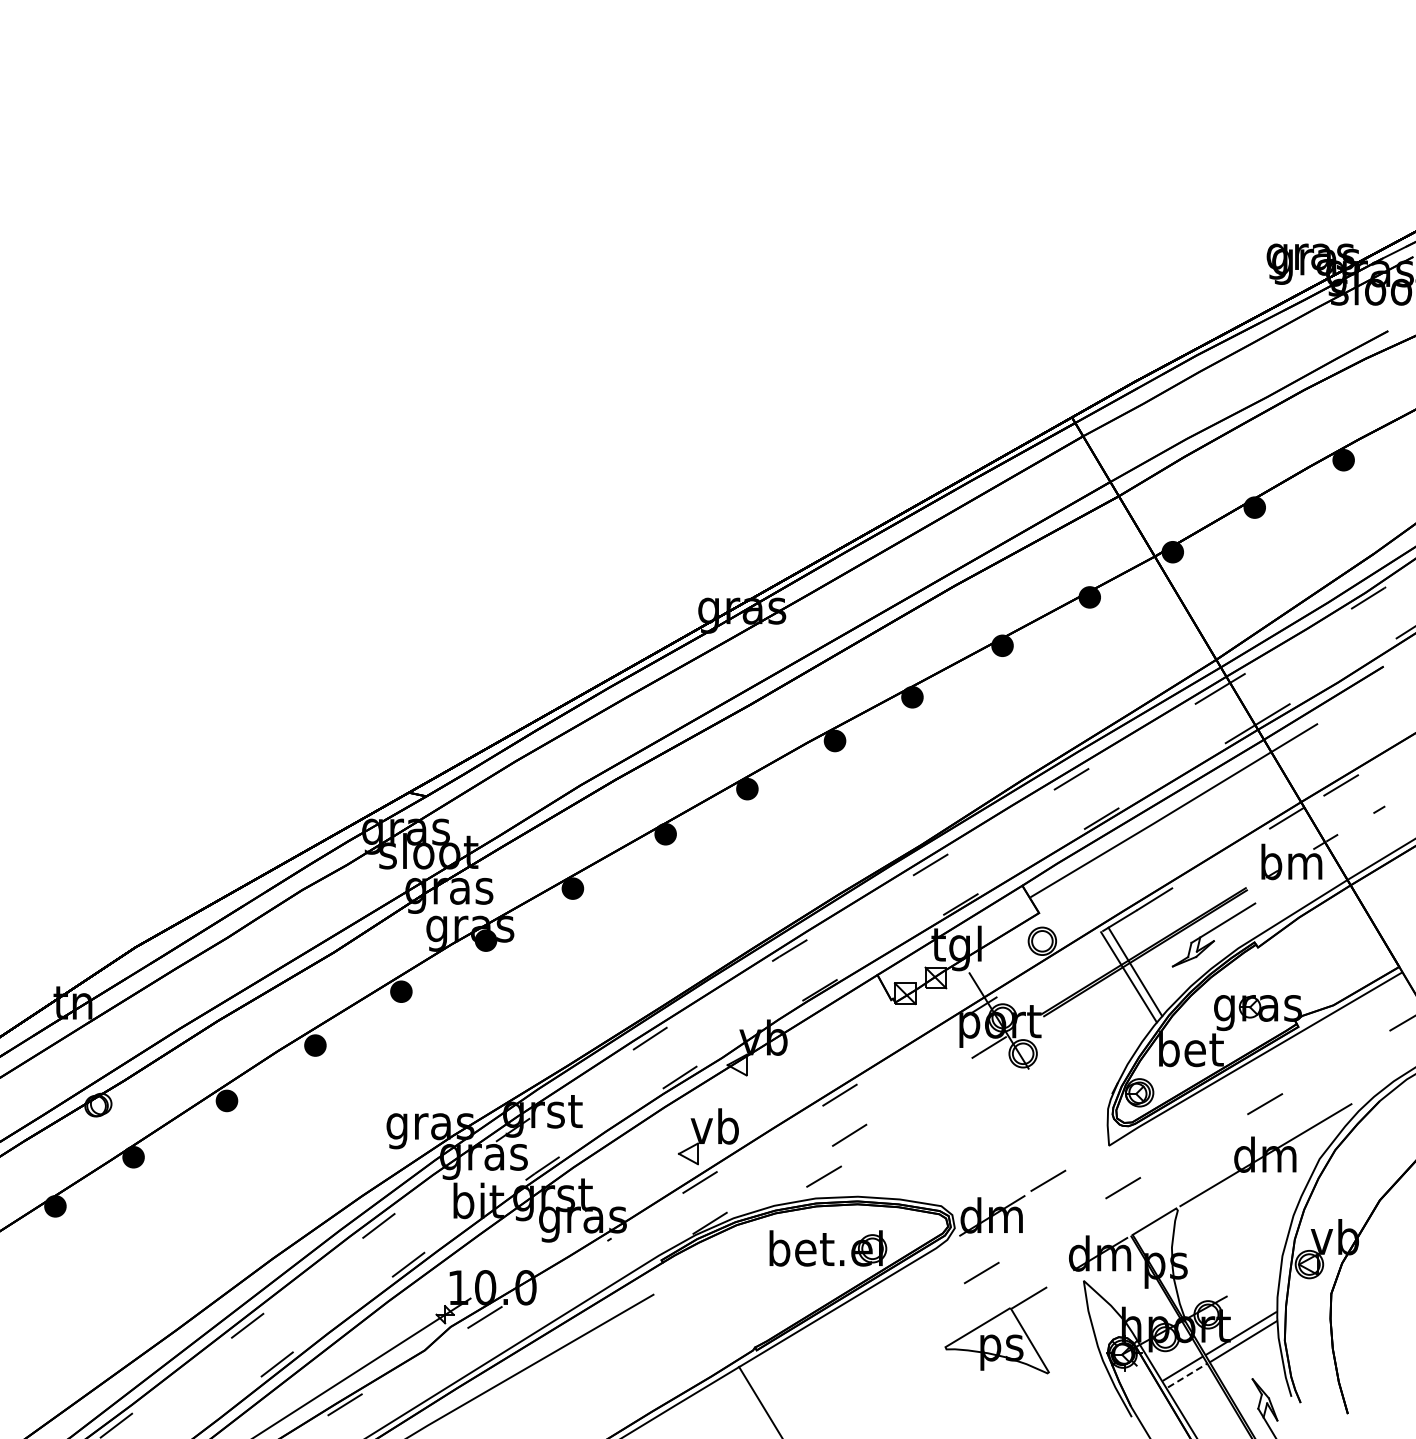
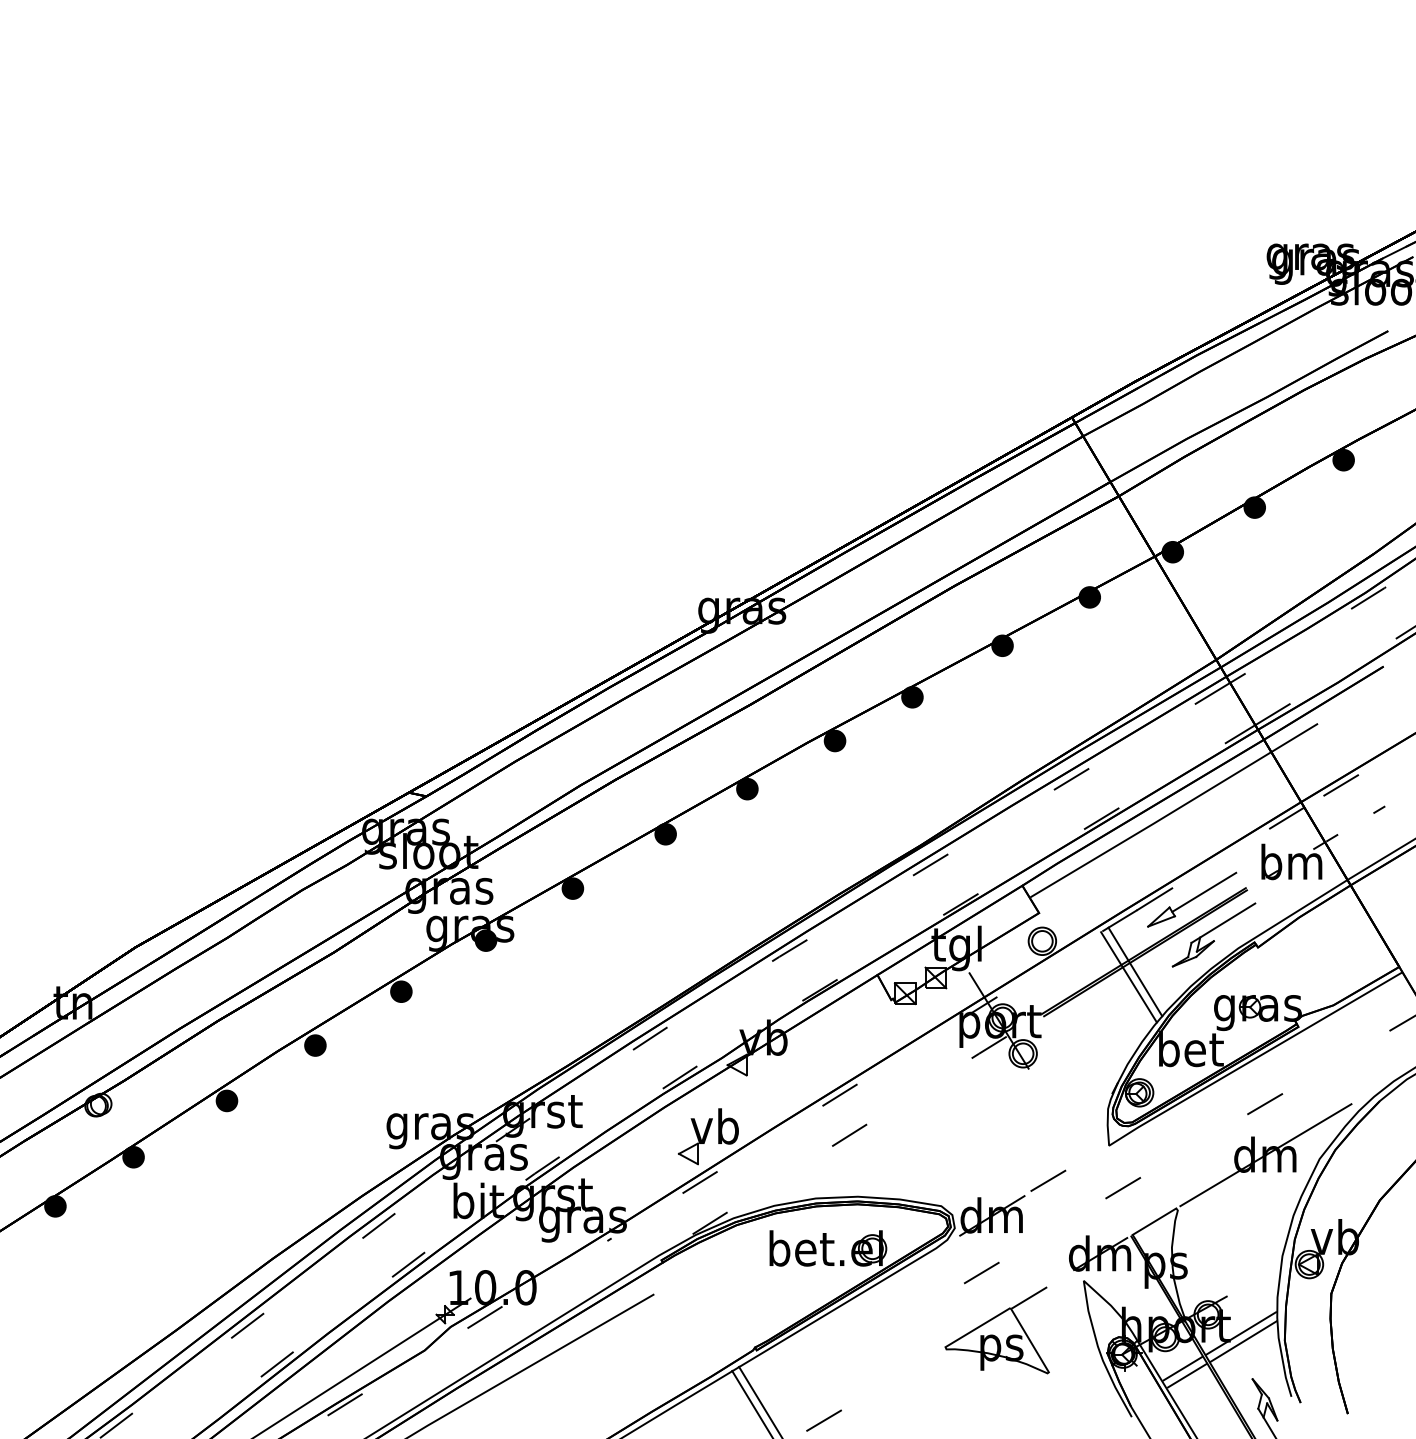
part at (1192, 899): none -> present
line at (823, 1176) position: (823, 1176) -> (823, 1420)
line at (1187, 1375): dashed -> solid
line at (751, 1403): none -> present
